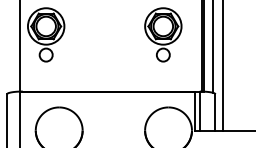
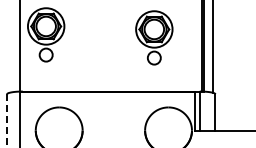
part at (163, 34) position: (163, 34) -> (154, 37)
line at (223, 66): present -> none
line at (7, 121): solid -> dashed
